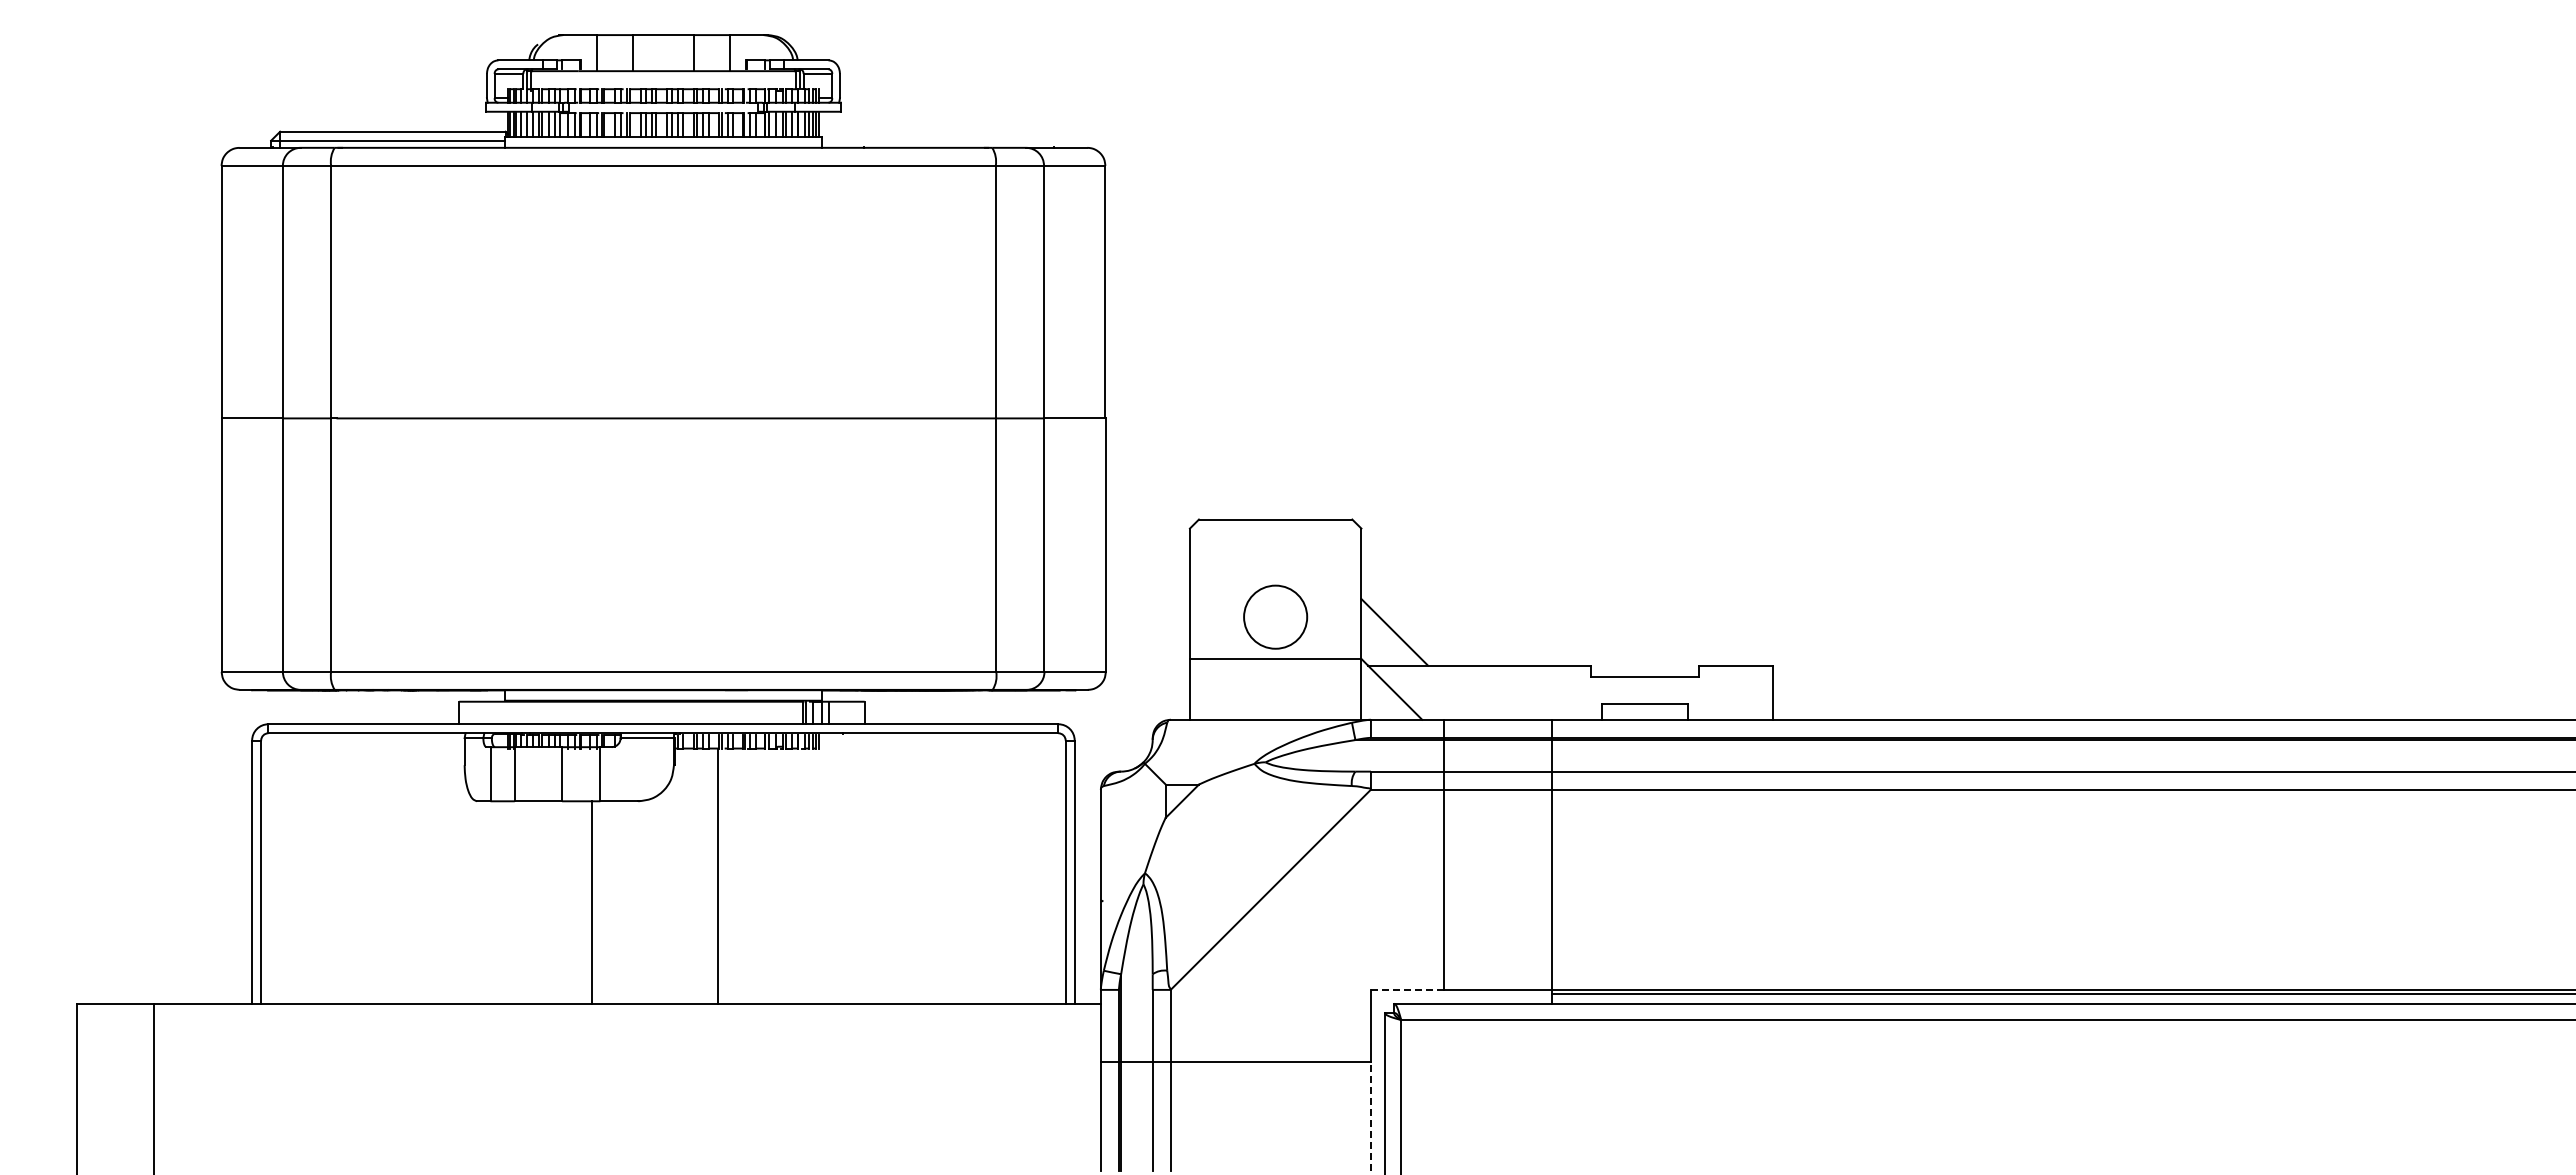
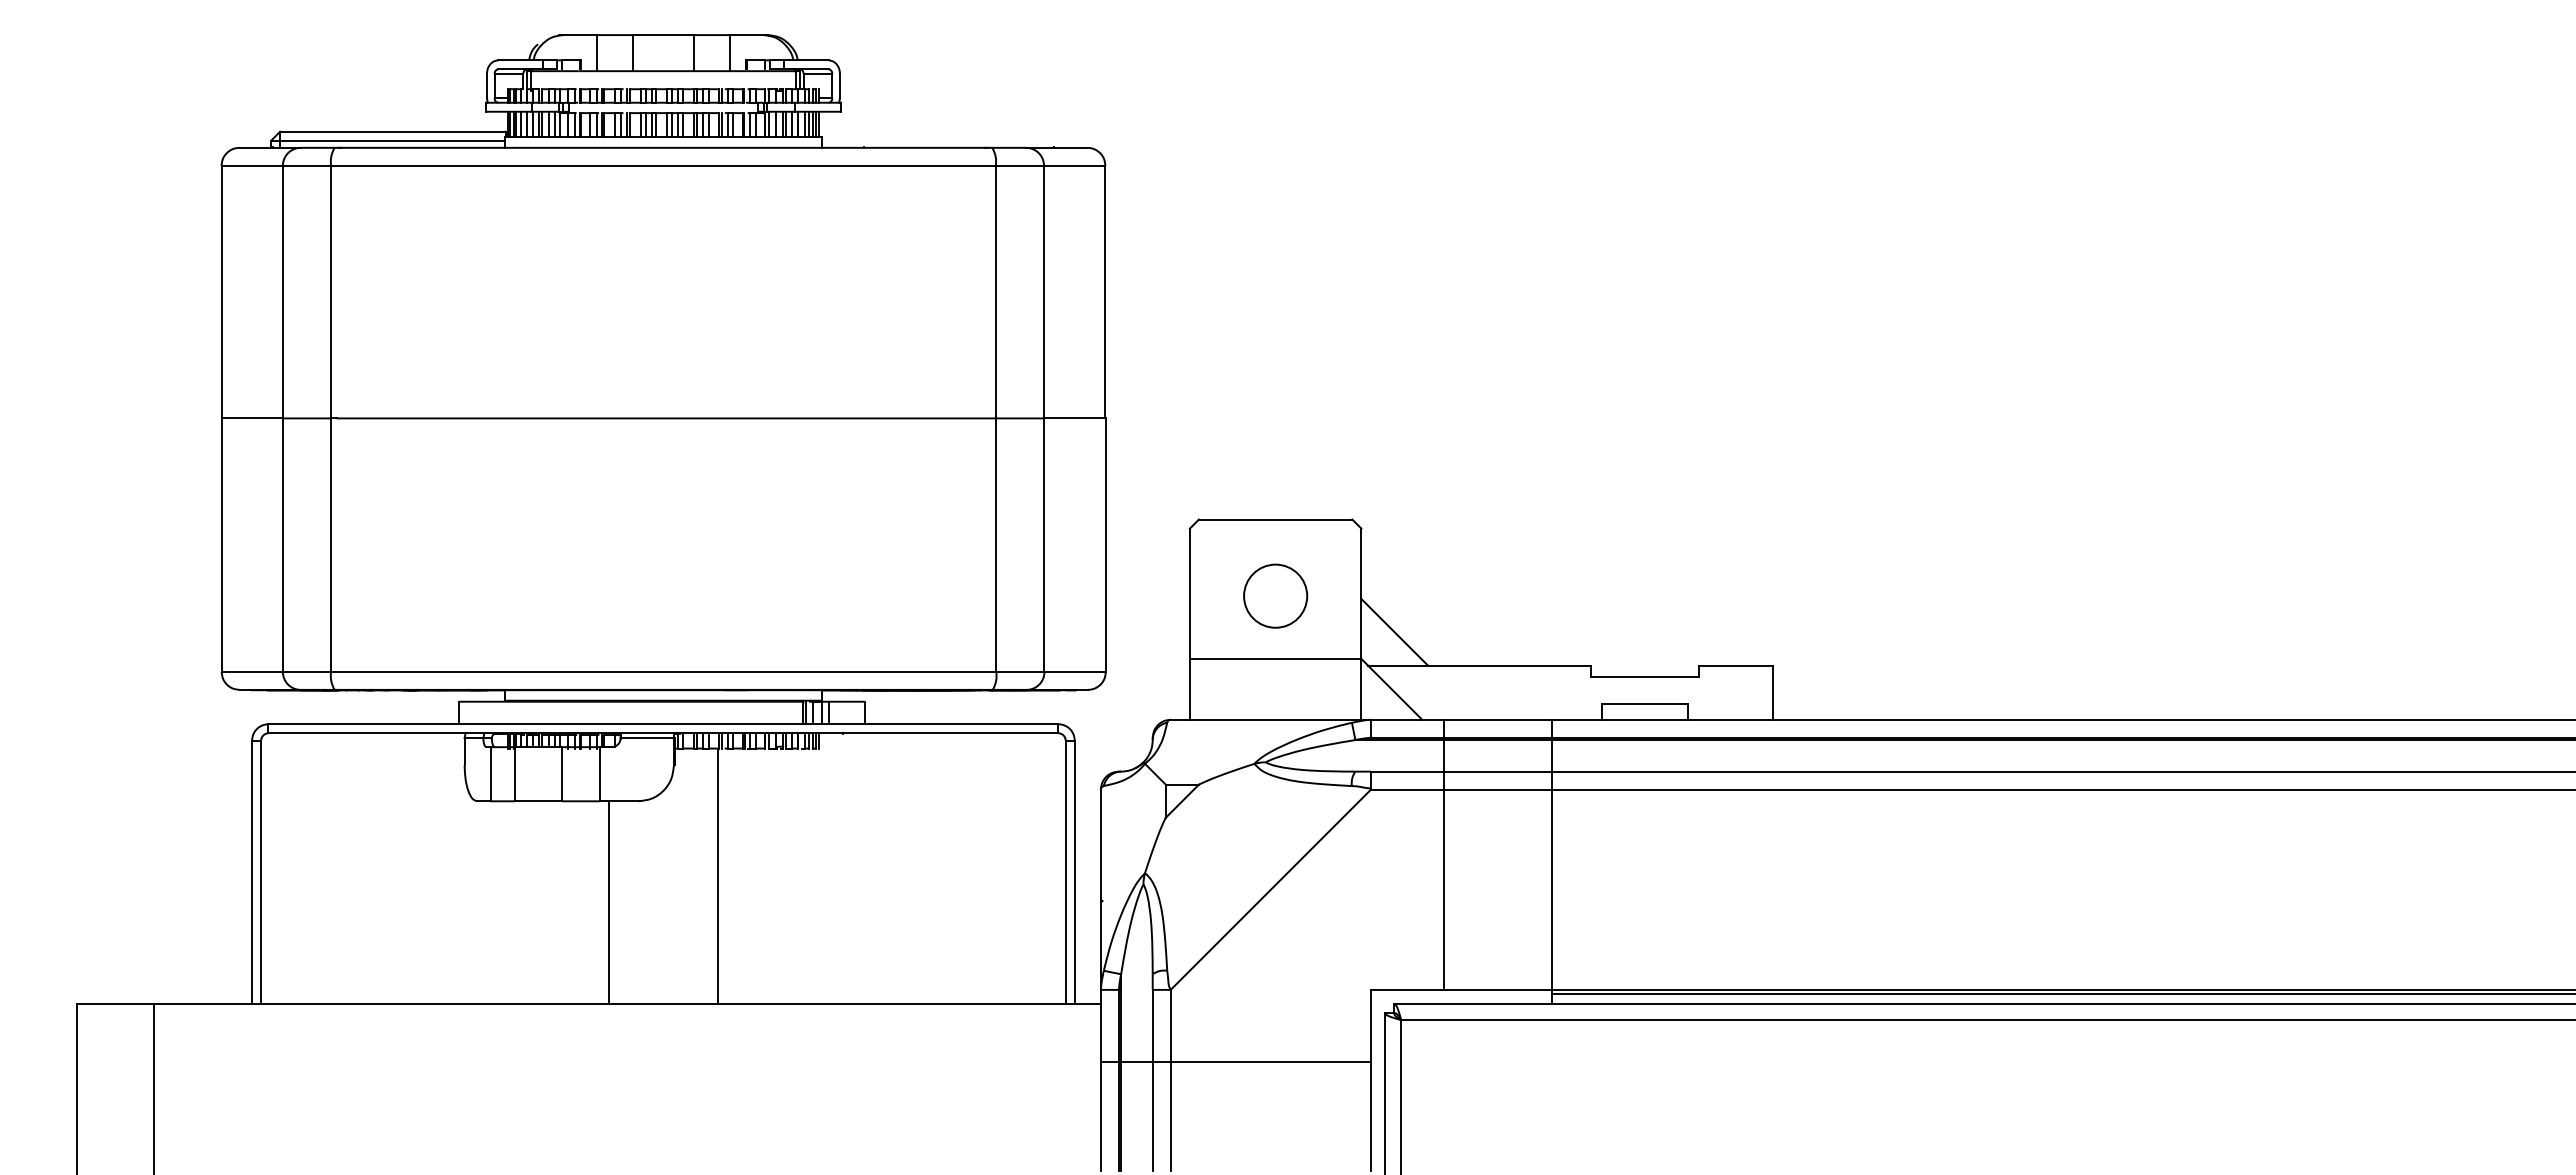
circle at (1275, 616) position: (1275, 616) -> (1275, 595)
line at (592, 902) position: (592, 902) -> (609, 902)
line at (1408, 990): dashed -> solid
line at (1371, 1116): dashed -> solid
